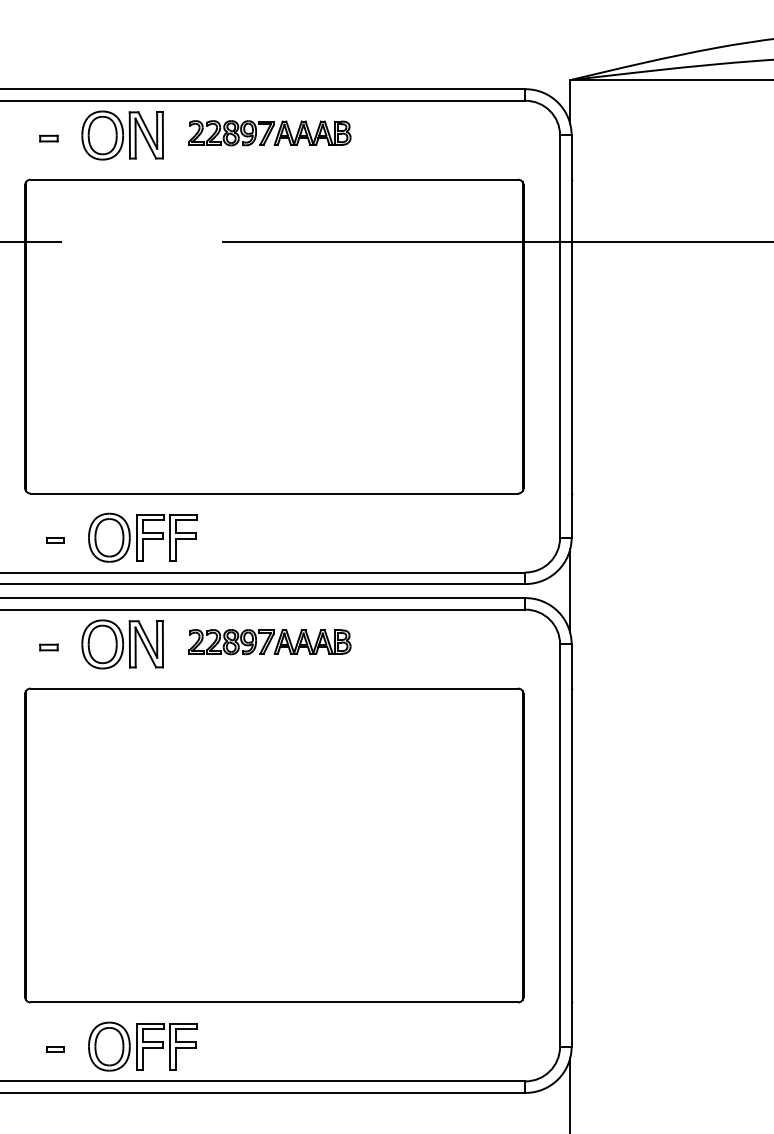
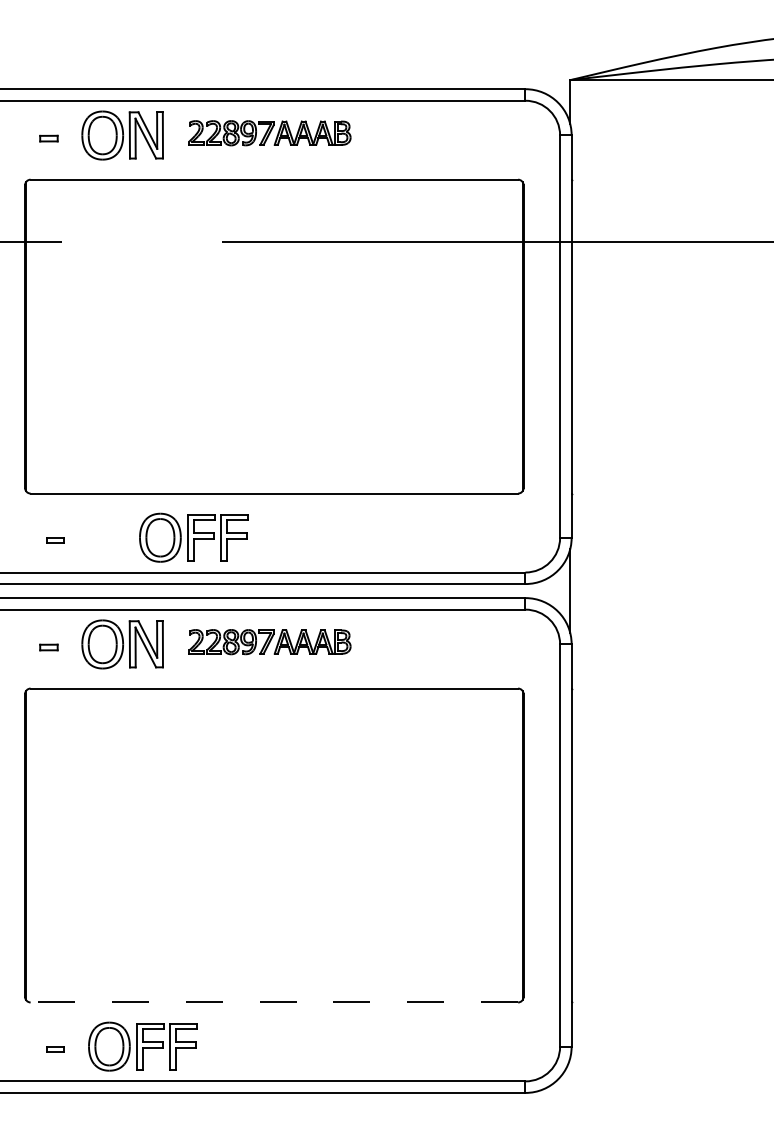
part at (142, 537) position: (142, 537) -> (193, 537)
line at (274, 1002): solid -> dashed
line at (570, 1094): present -> none
